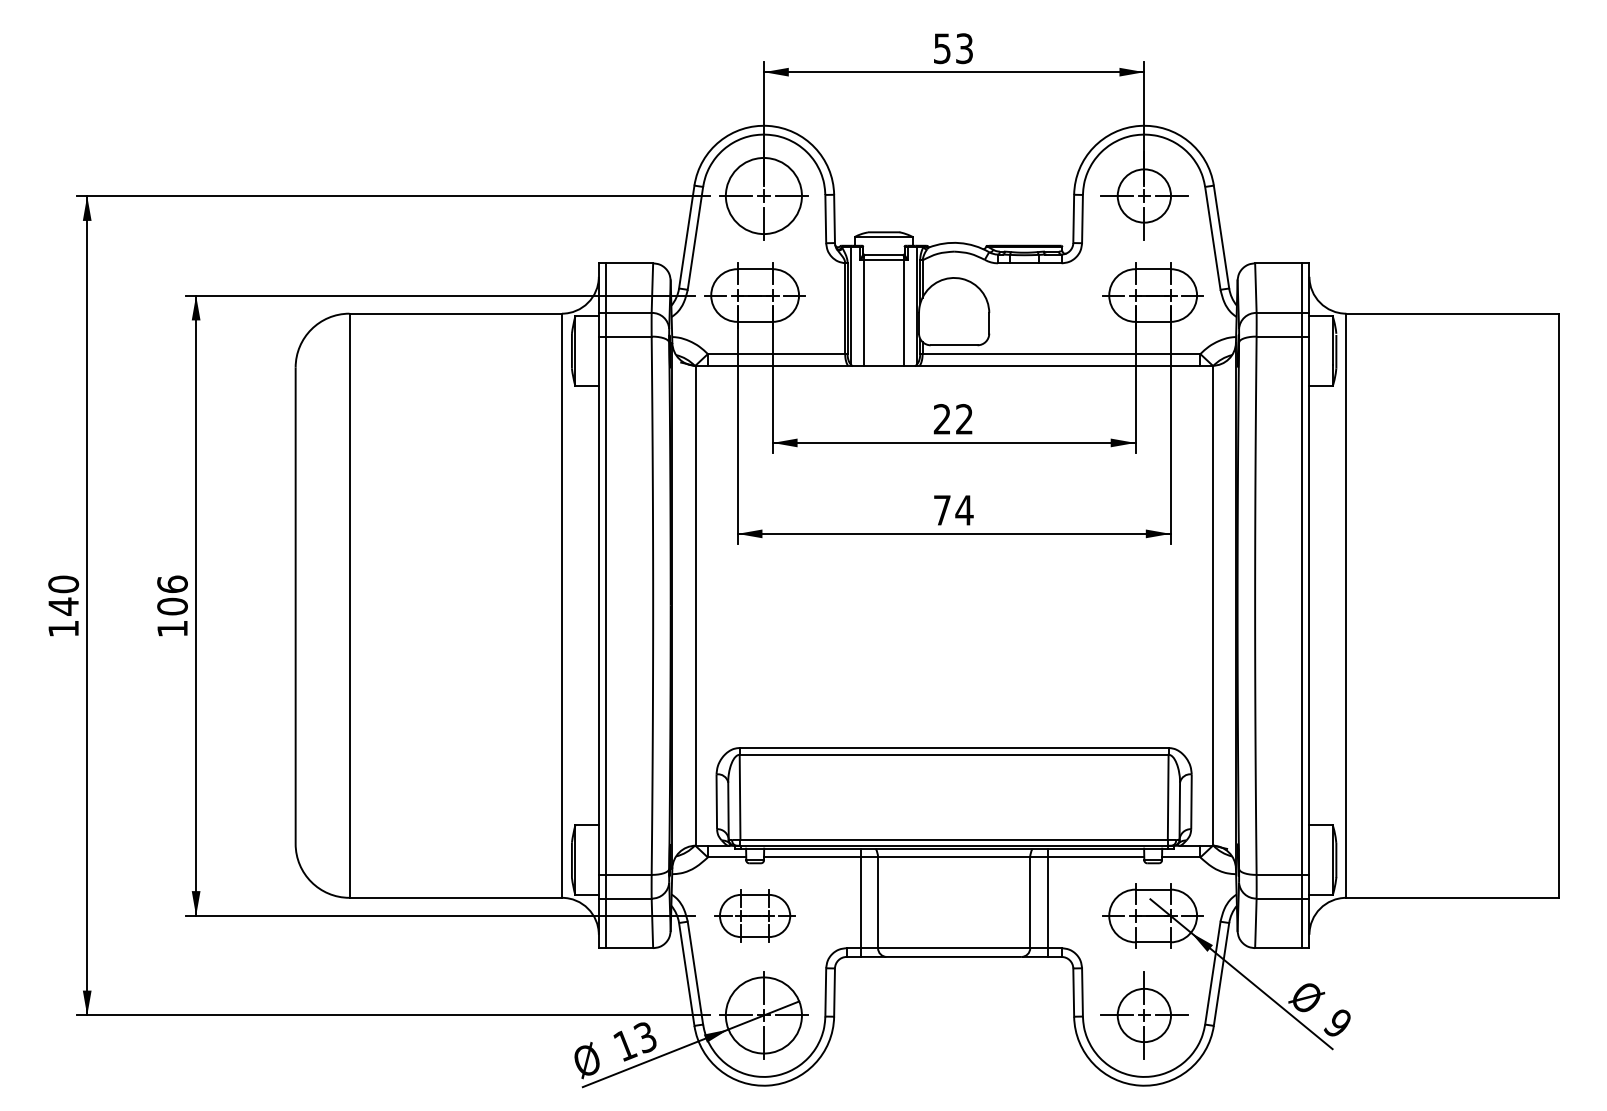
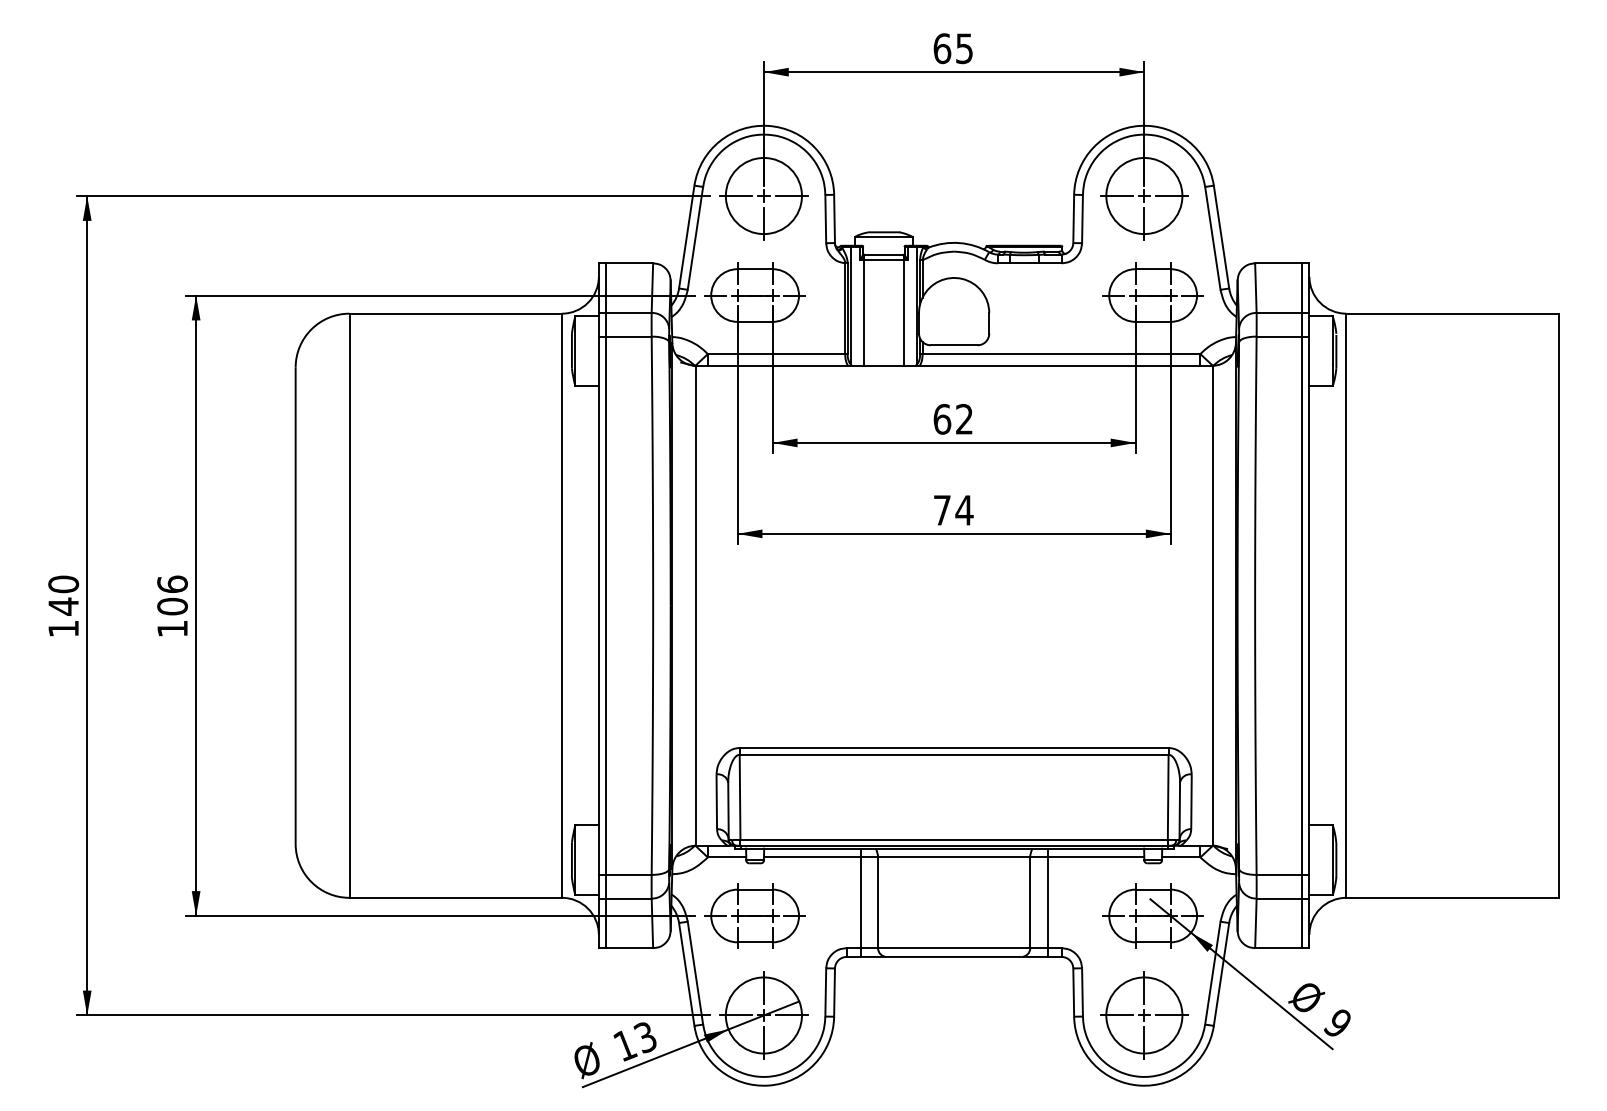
text at (952, 48): 53 -> 65
circle at (1144, 195) diameter: 53 px -> 76 px
text at (942, 419): 22 -> 62
part at (754, 915) size: 82x54 px -> 102x66 px
circle at (1144, 1015) diameter: 53 px -> 76 px
